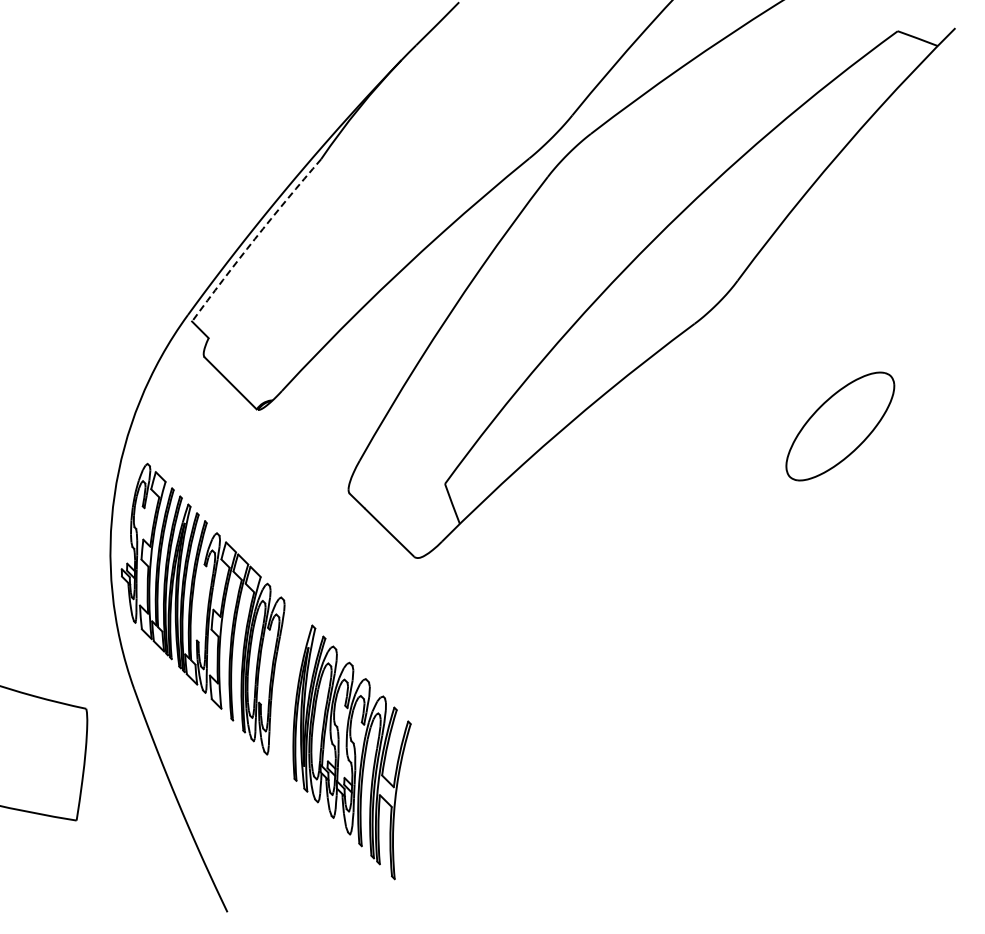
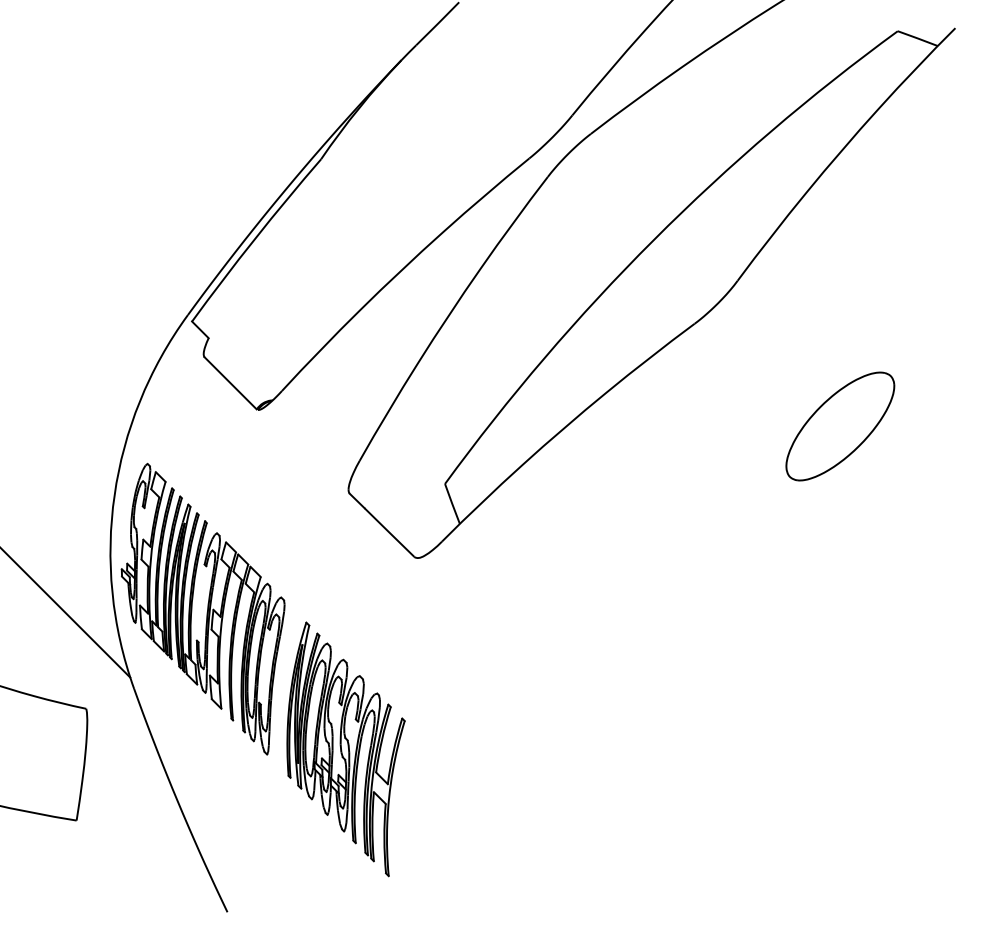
arc at (254, 239): dashed -> solid
line at (66, 613): none -> present
part at (351, 752) position: (351, 752) -> (345, 749)
